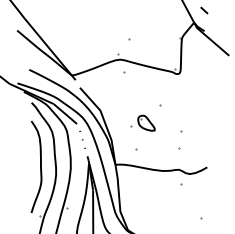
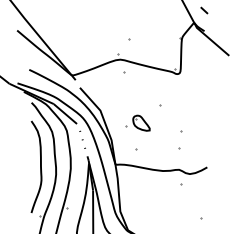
part at (142, 122) position: (142, 122) -> (137, 122)
